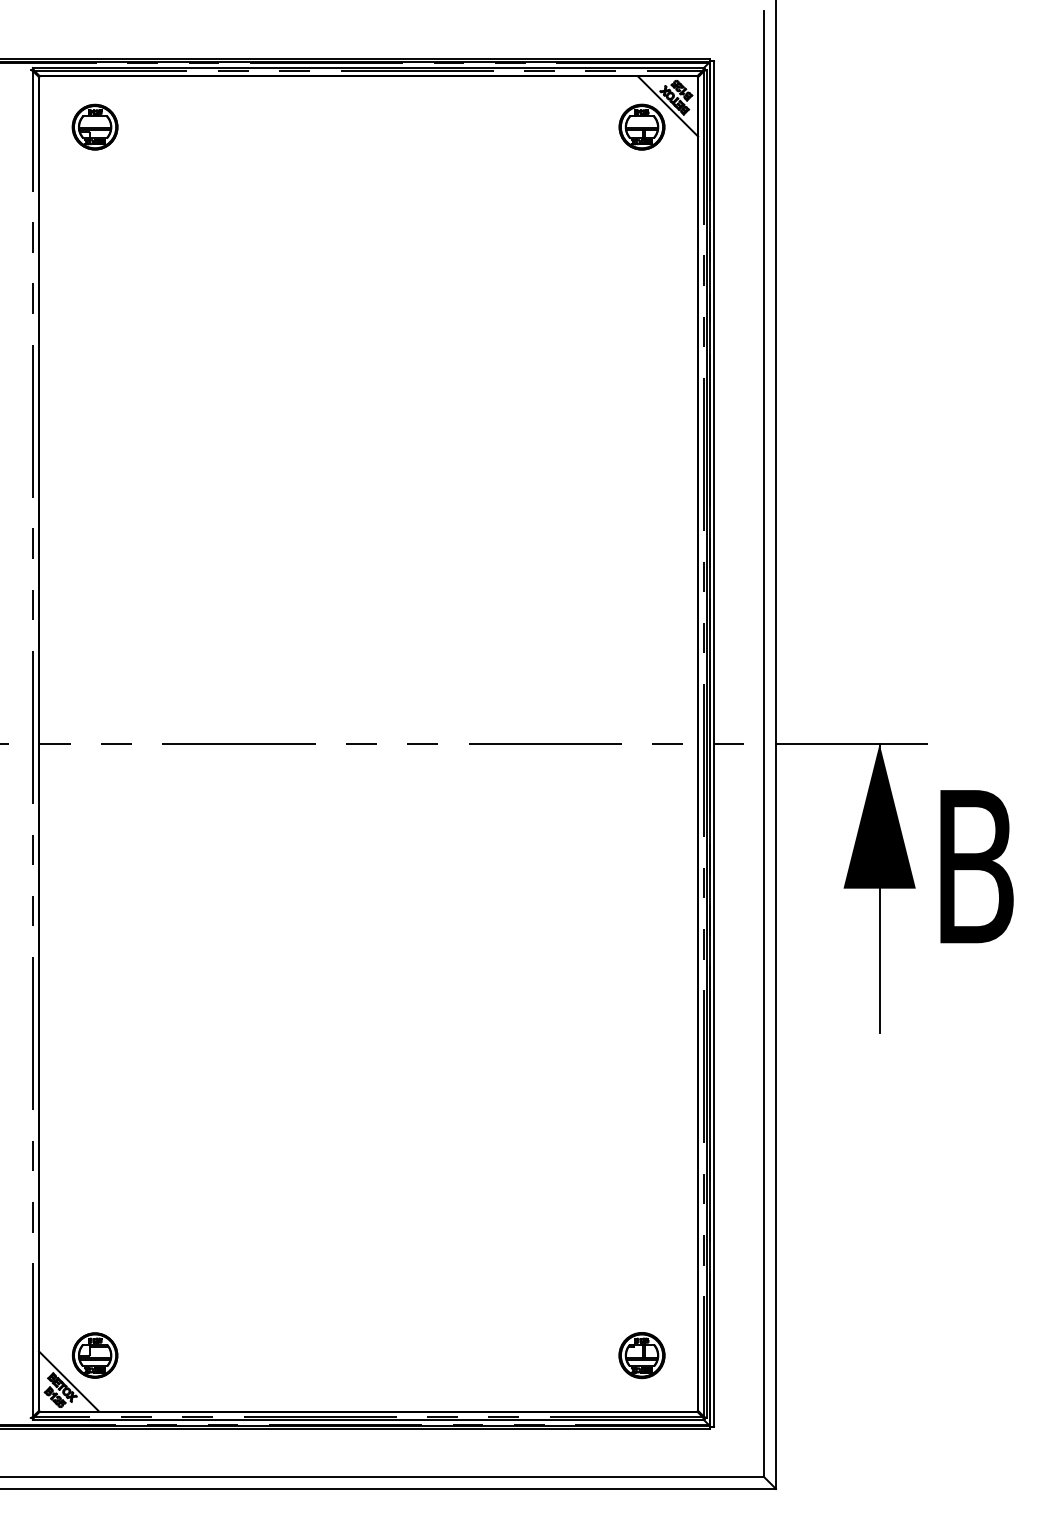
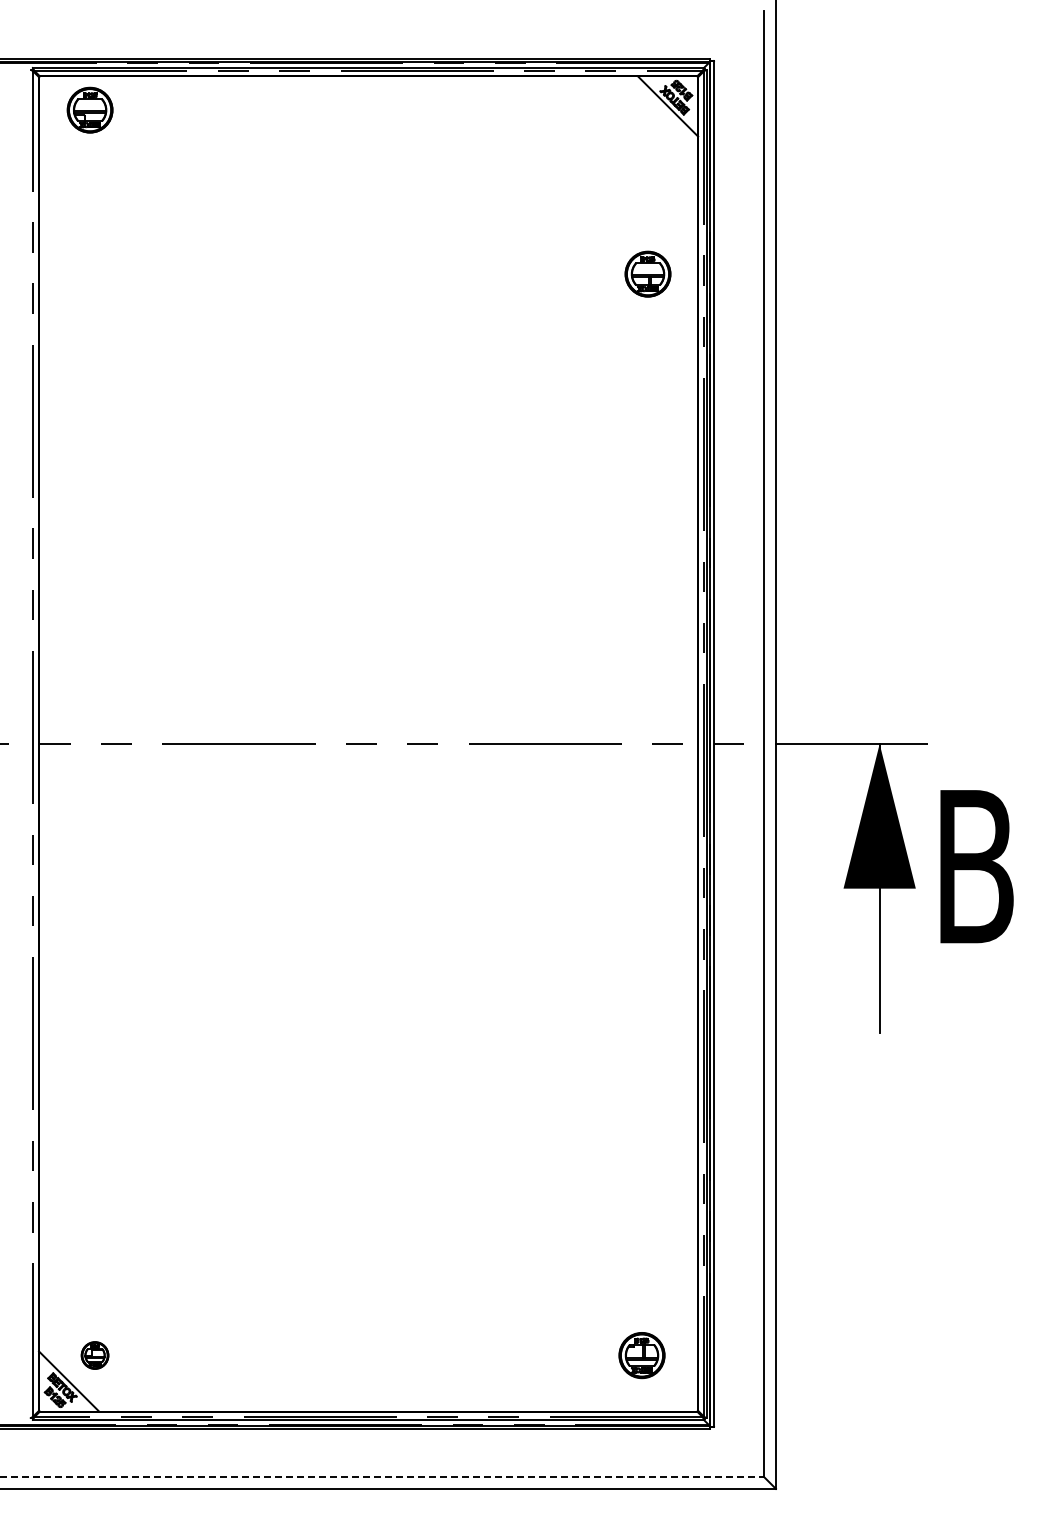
part at (94, 126) position: (94, 126) -> (89, 109)
part at (641, 126) position: (641, 126) -> (647, 273)
part at (94, 1355) size: 48x47 px -> 30x29 px
line at (382, 1476): solid -> dashed
